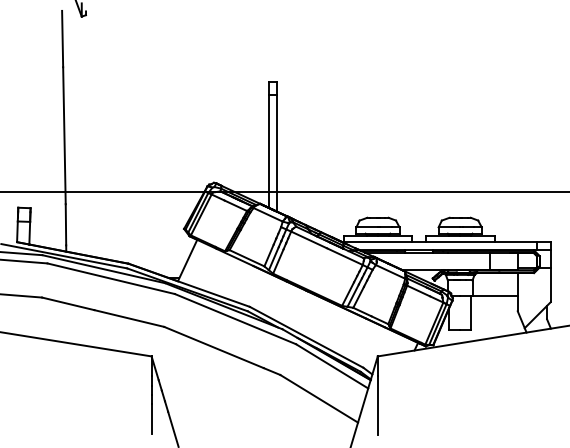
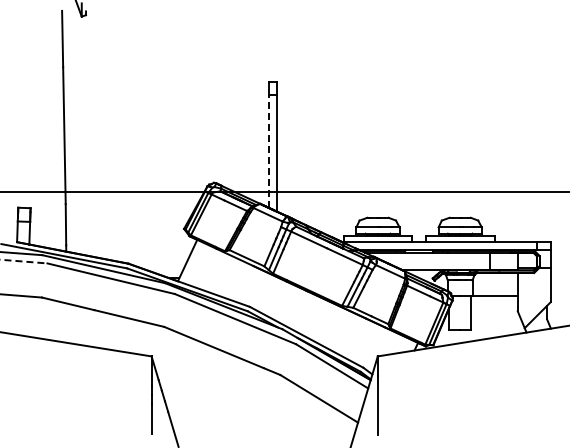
line at (268, 151): solid -> dashed
line at (24, 261): solid -> dashed
